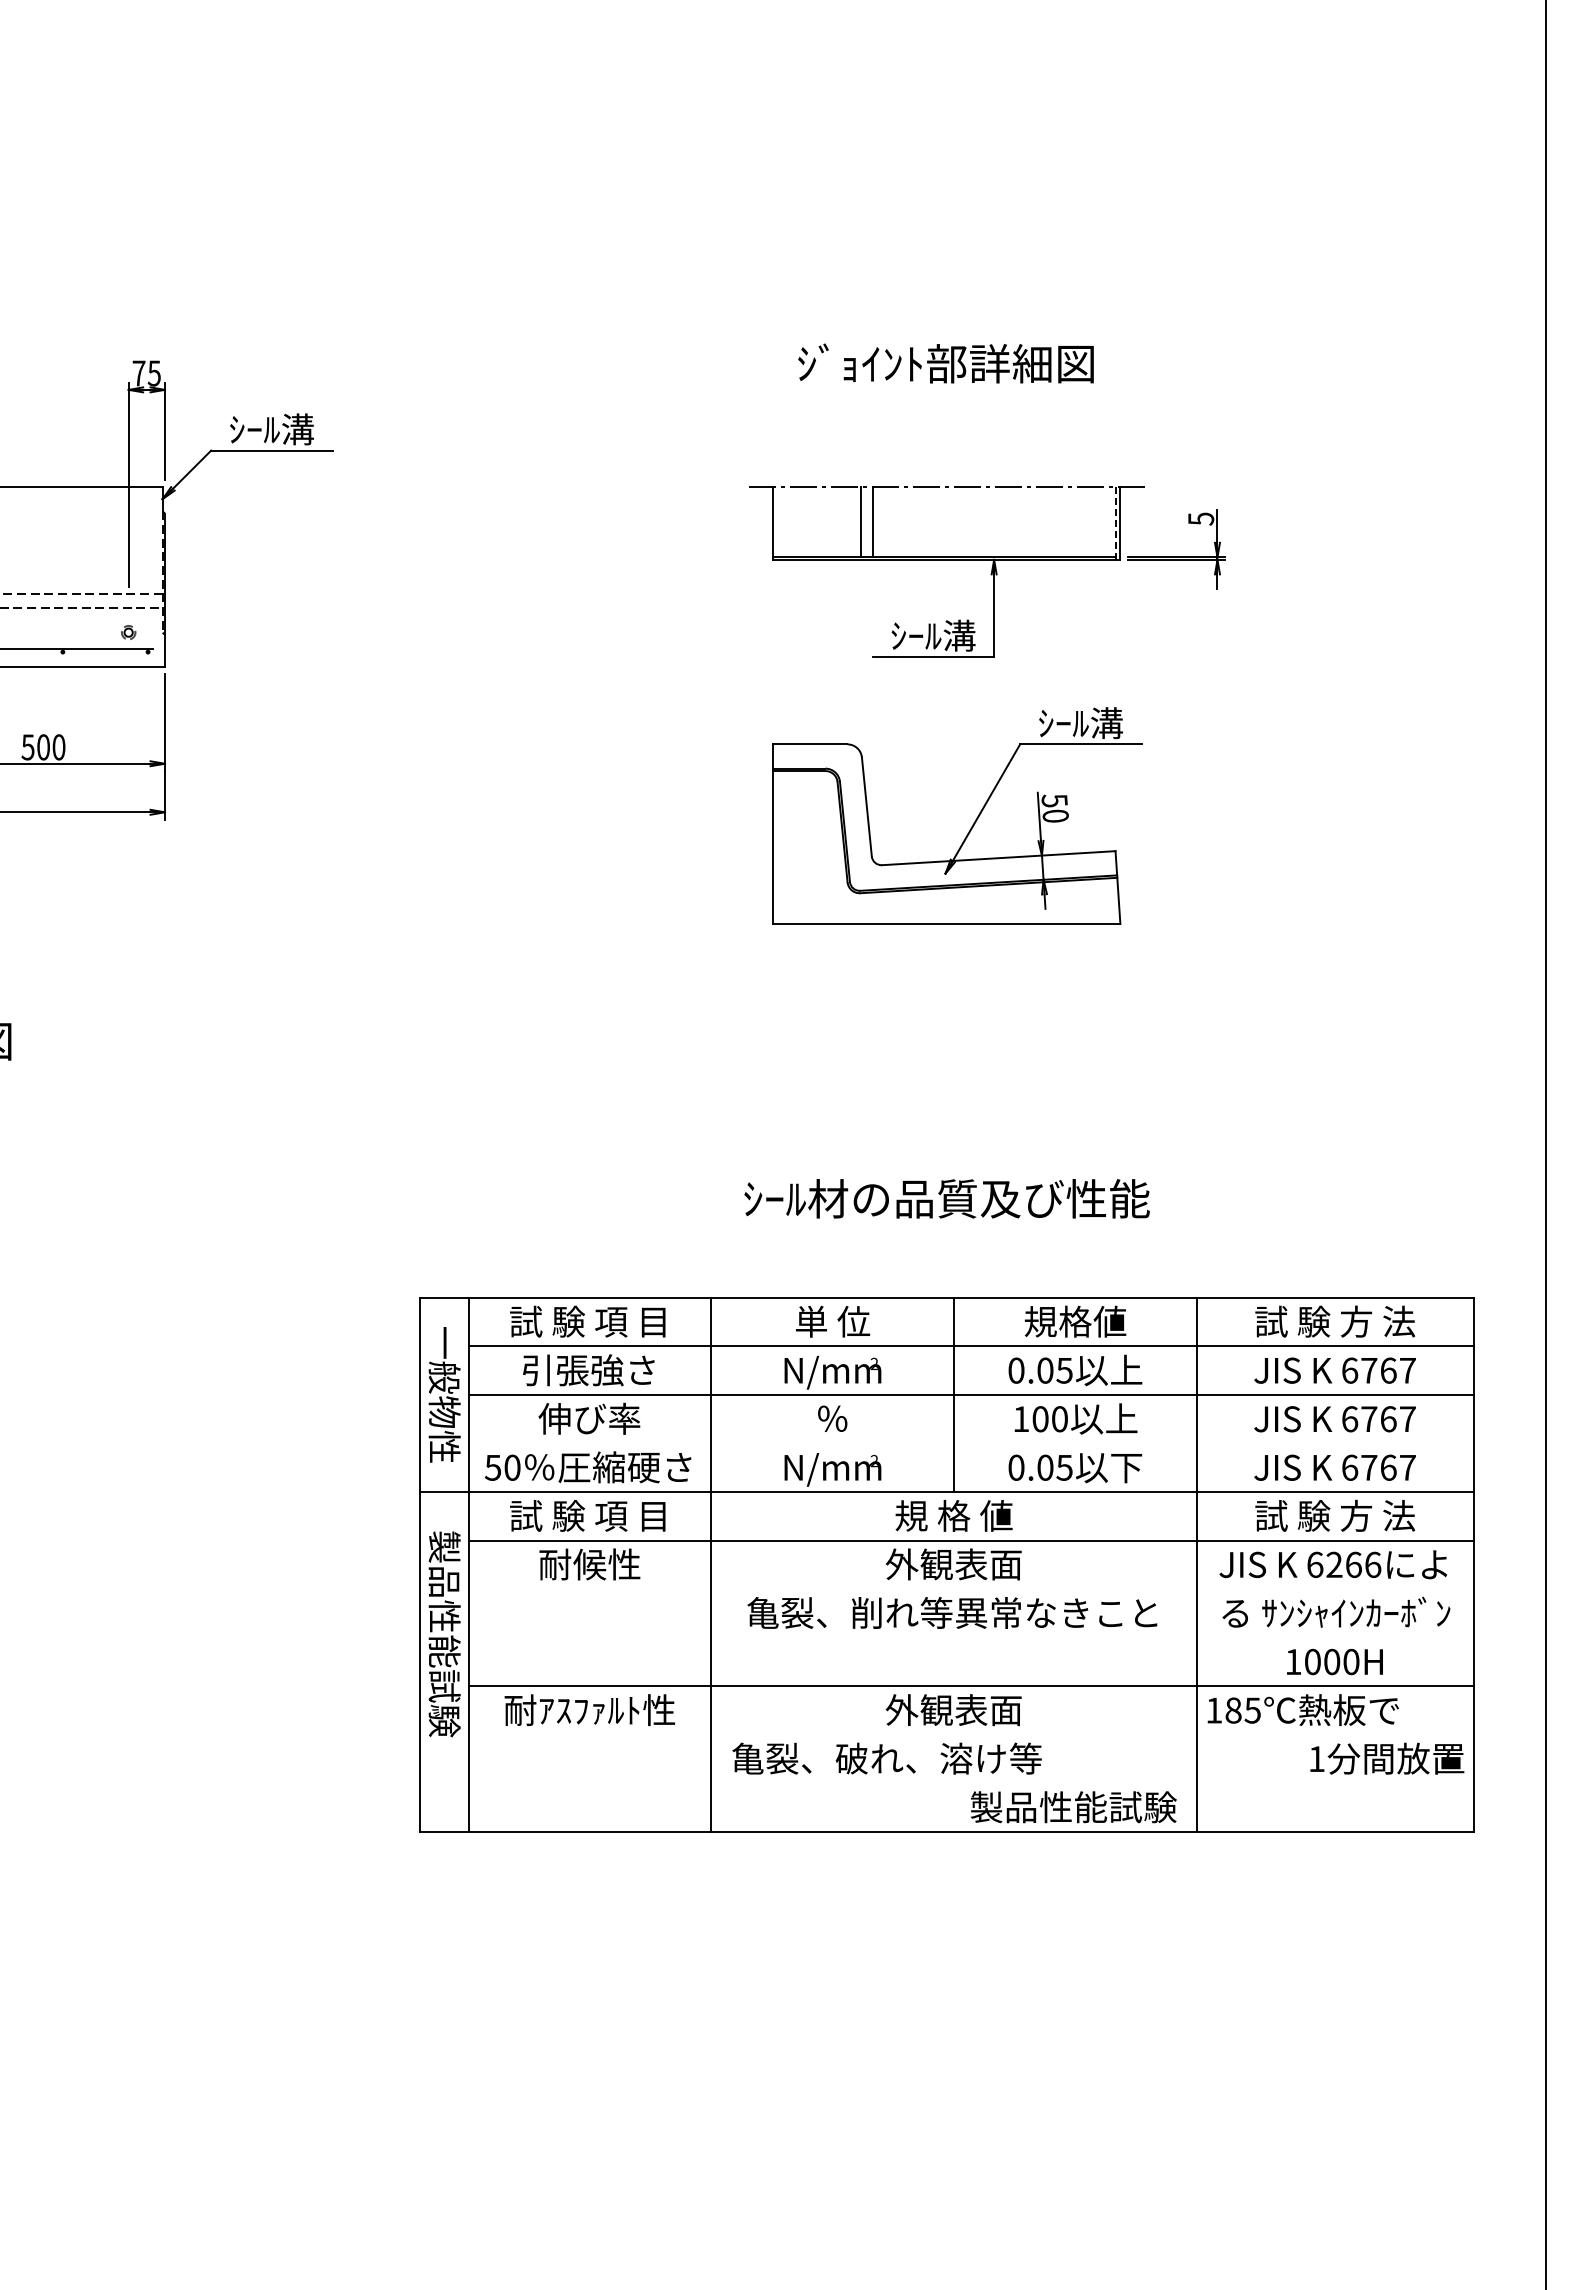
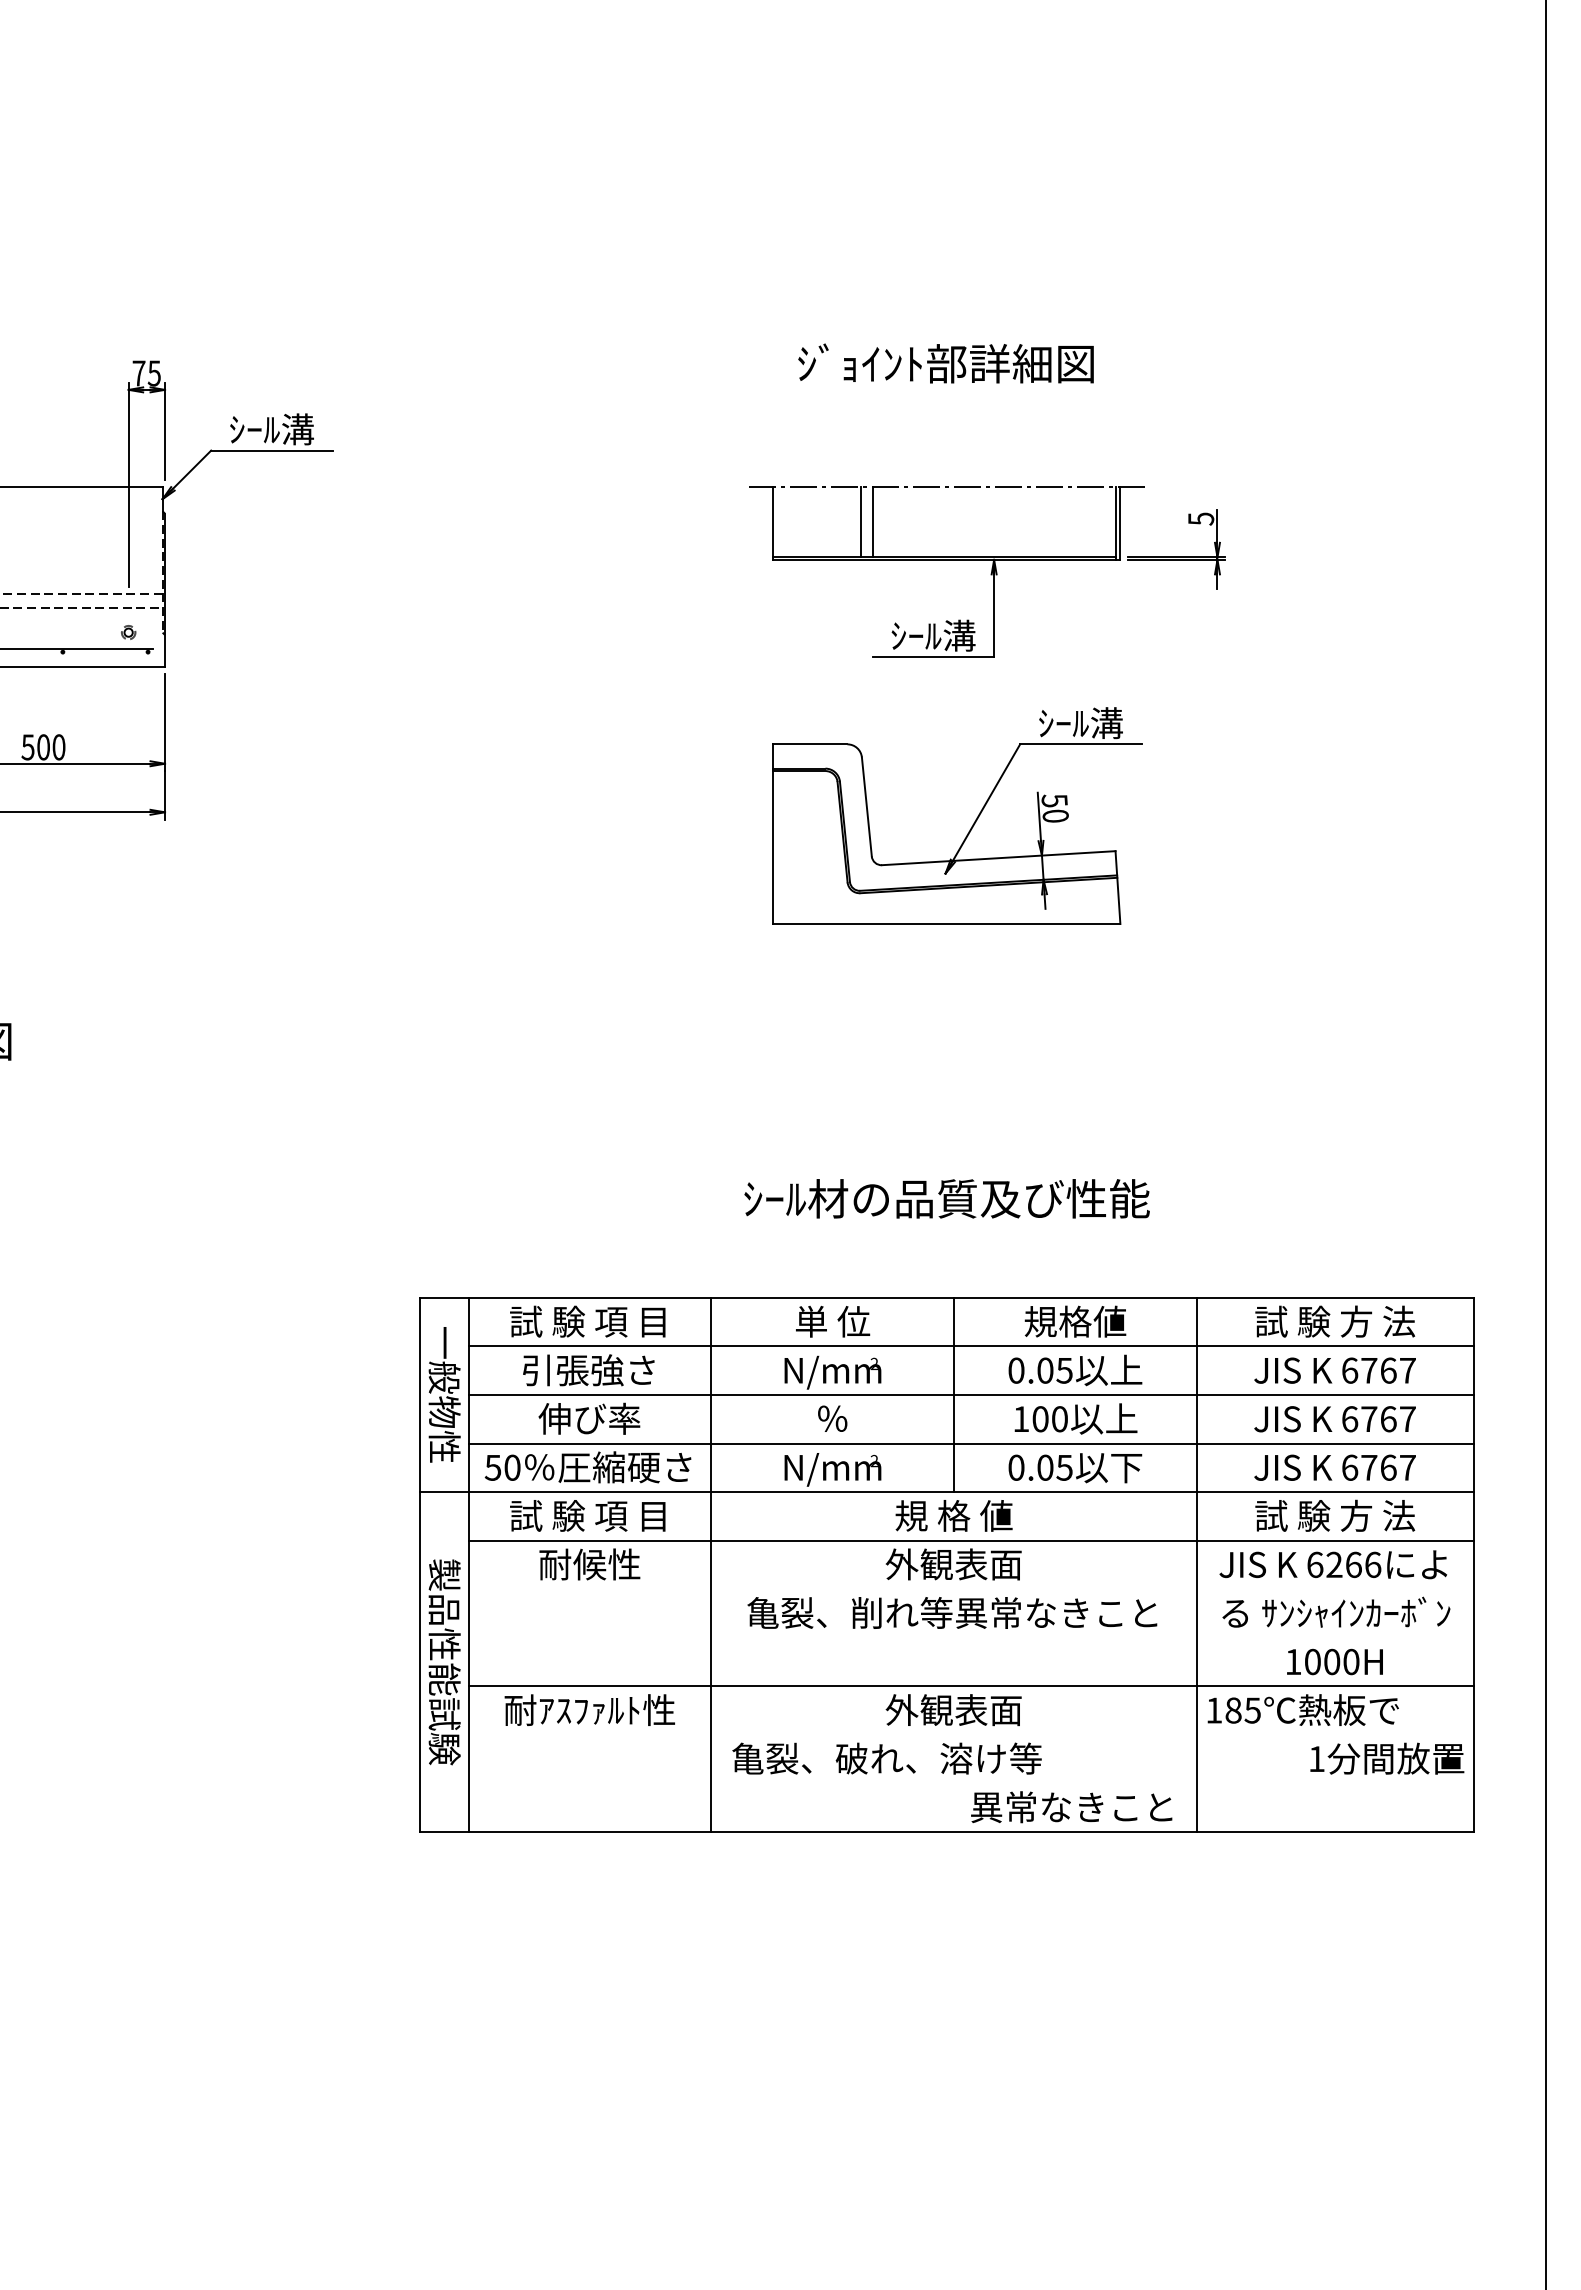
line at (1115, 523): dashed -> solid
line at (970, 1443): none -> present
text at (444, 1634) position: (444, 1634) -> (444, 1662)
text at (1073, 1807): 製品性能試験 -> 異常なきこと
